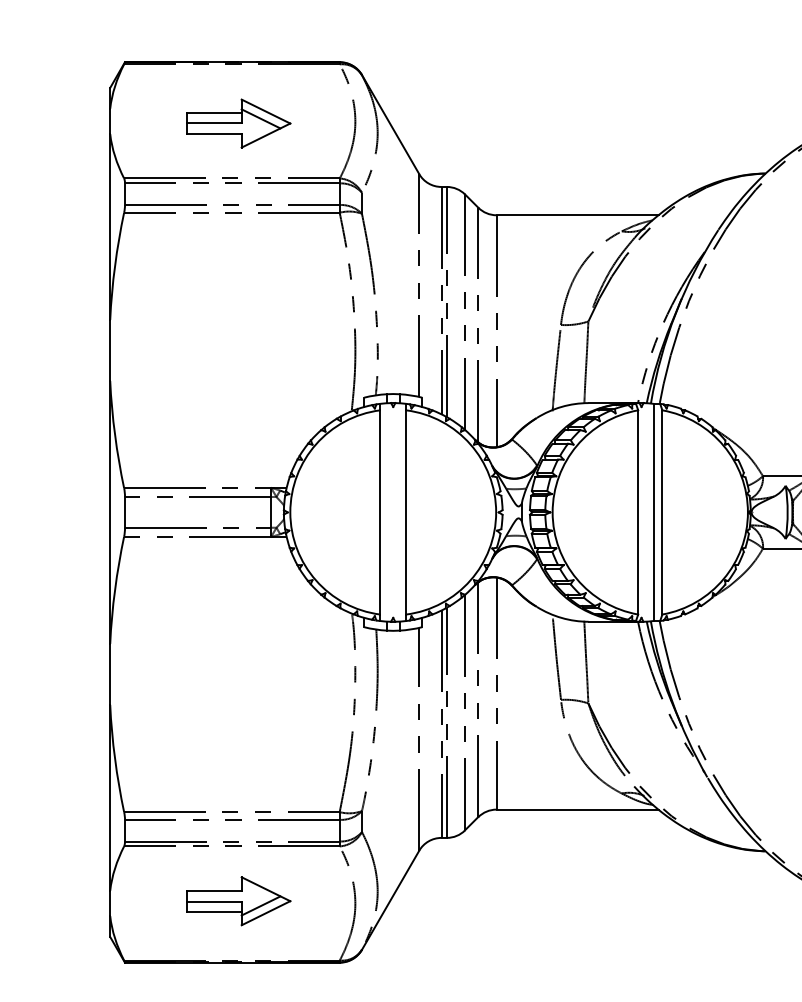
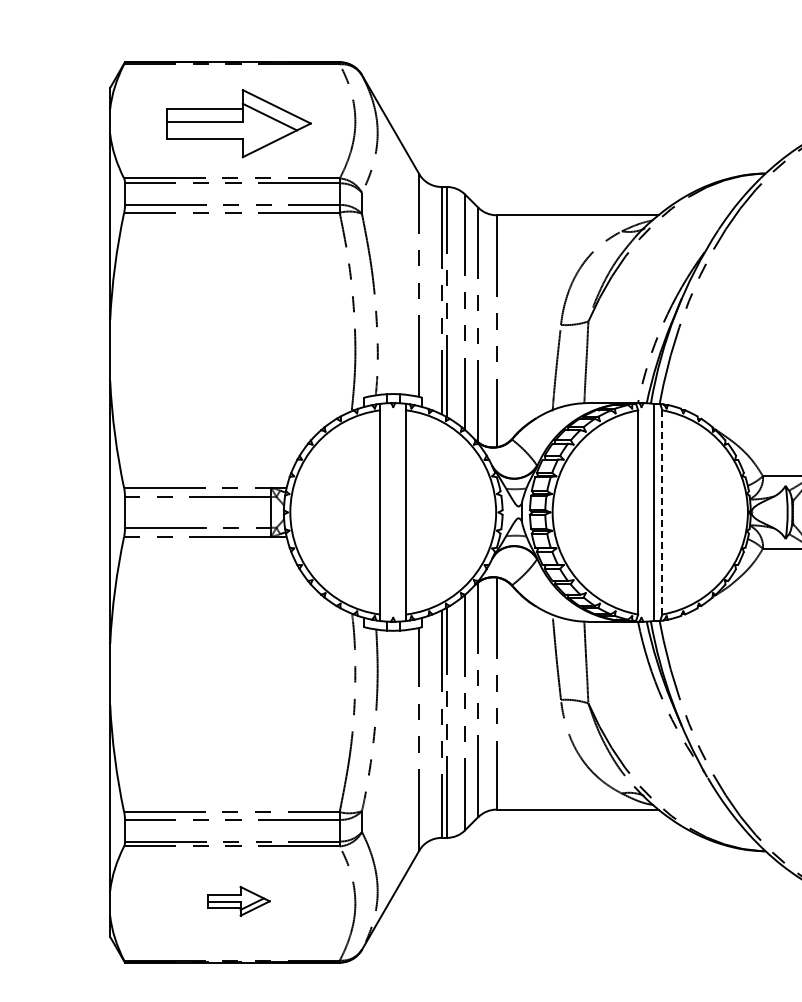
part at (238, 123) size: 106x51 px -> 146x70 px
line at (662, 511): solid -> dashed
part at (238, 901) size: 106x51 px -> 64x32 px
